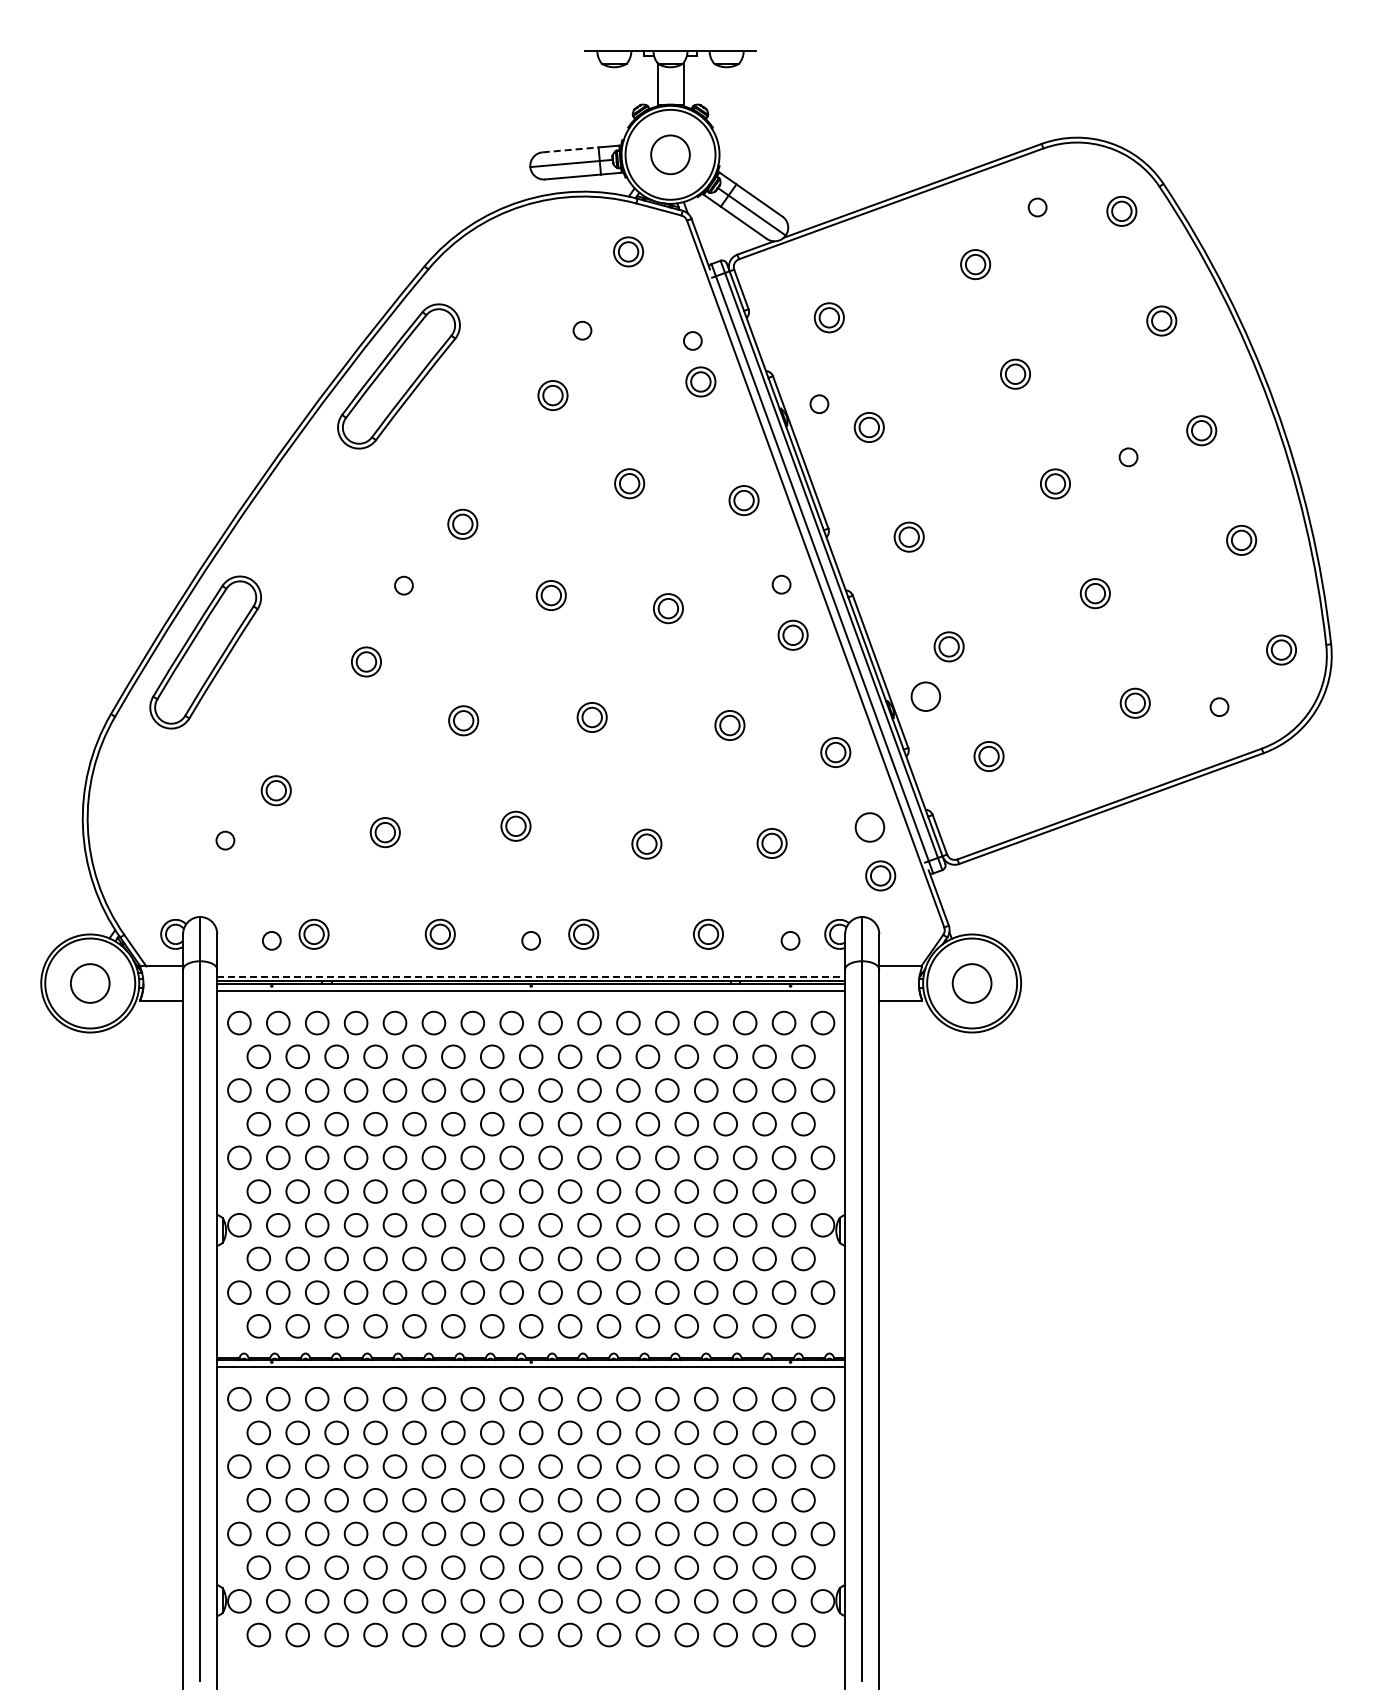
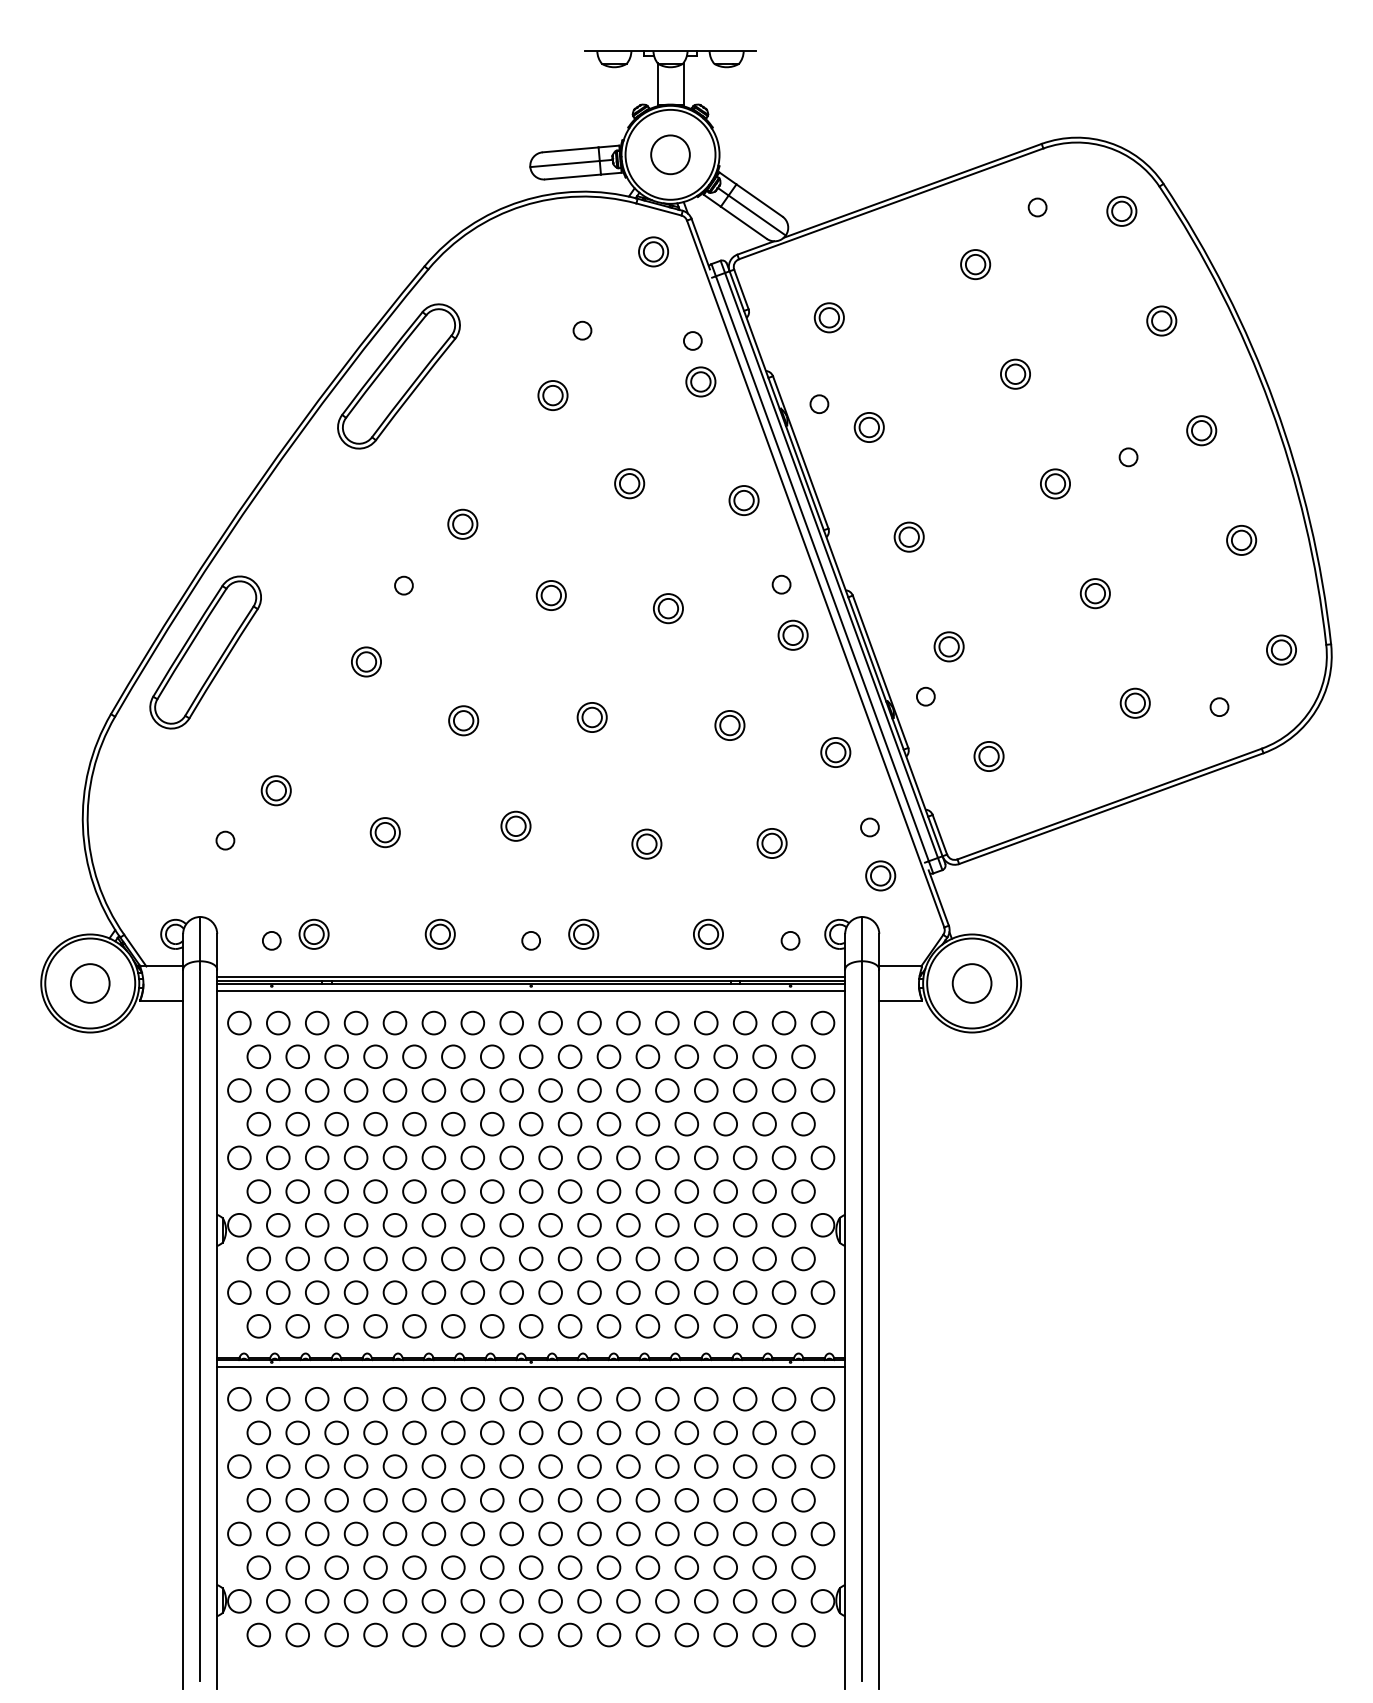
line at (571, 149): dashed -> solid
part at (628, 251) position: (628, 251) -> (653, 251)
circle at (925, 696) diameter: 29 px -> 18 px
circle at (869, 827) diameter: 29 px -> 18 px
line at (531, 976): dashed -> solid
